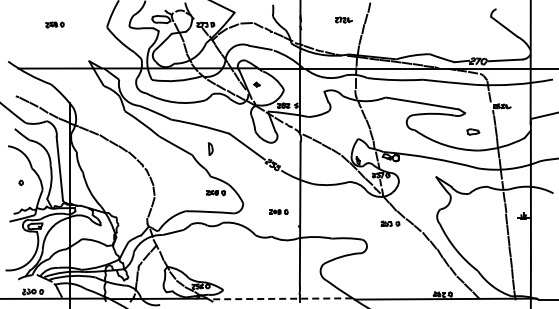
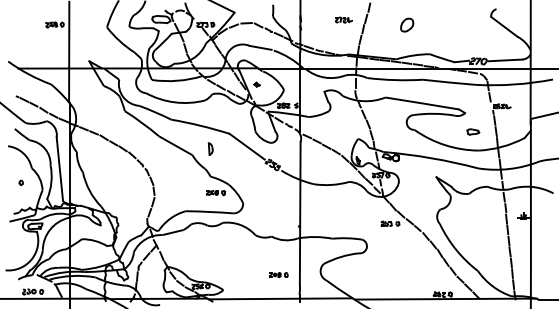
part at (407, 24): none -> present
line at (69, 51): none -> present
part at (278, 211) position: (278, 211) -> (278, 274)
line at (280, 298): dashed -> solid
